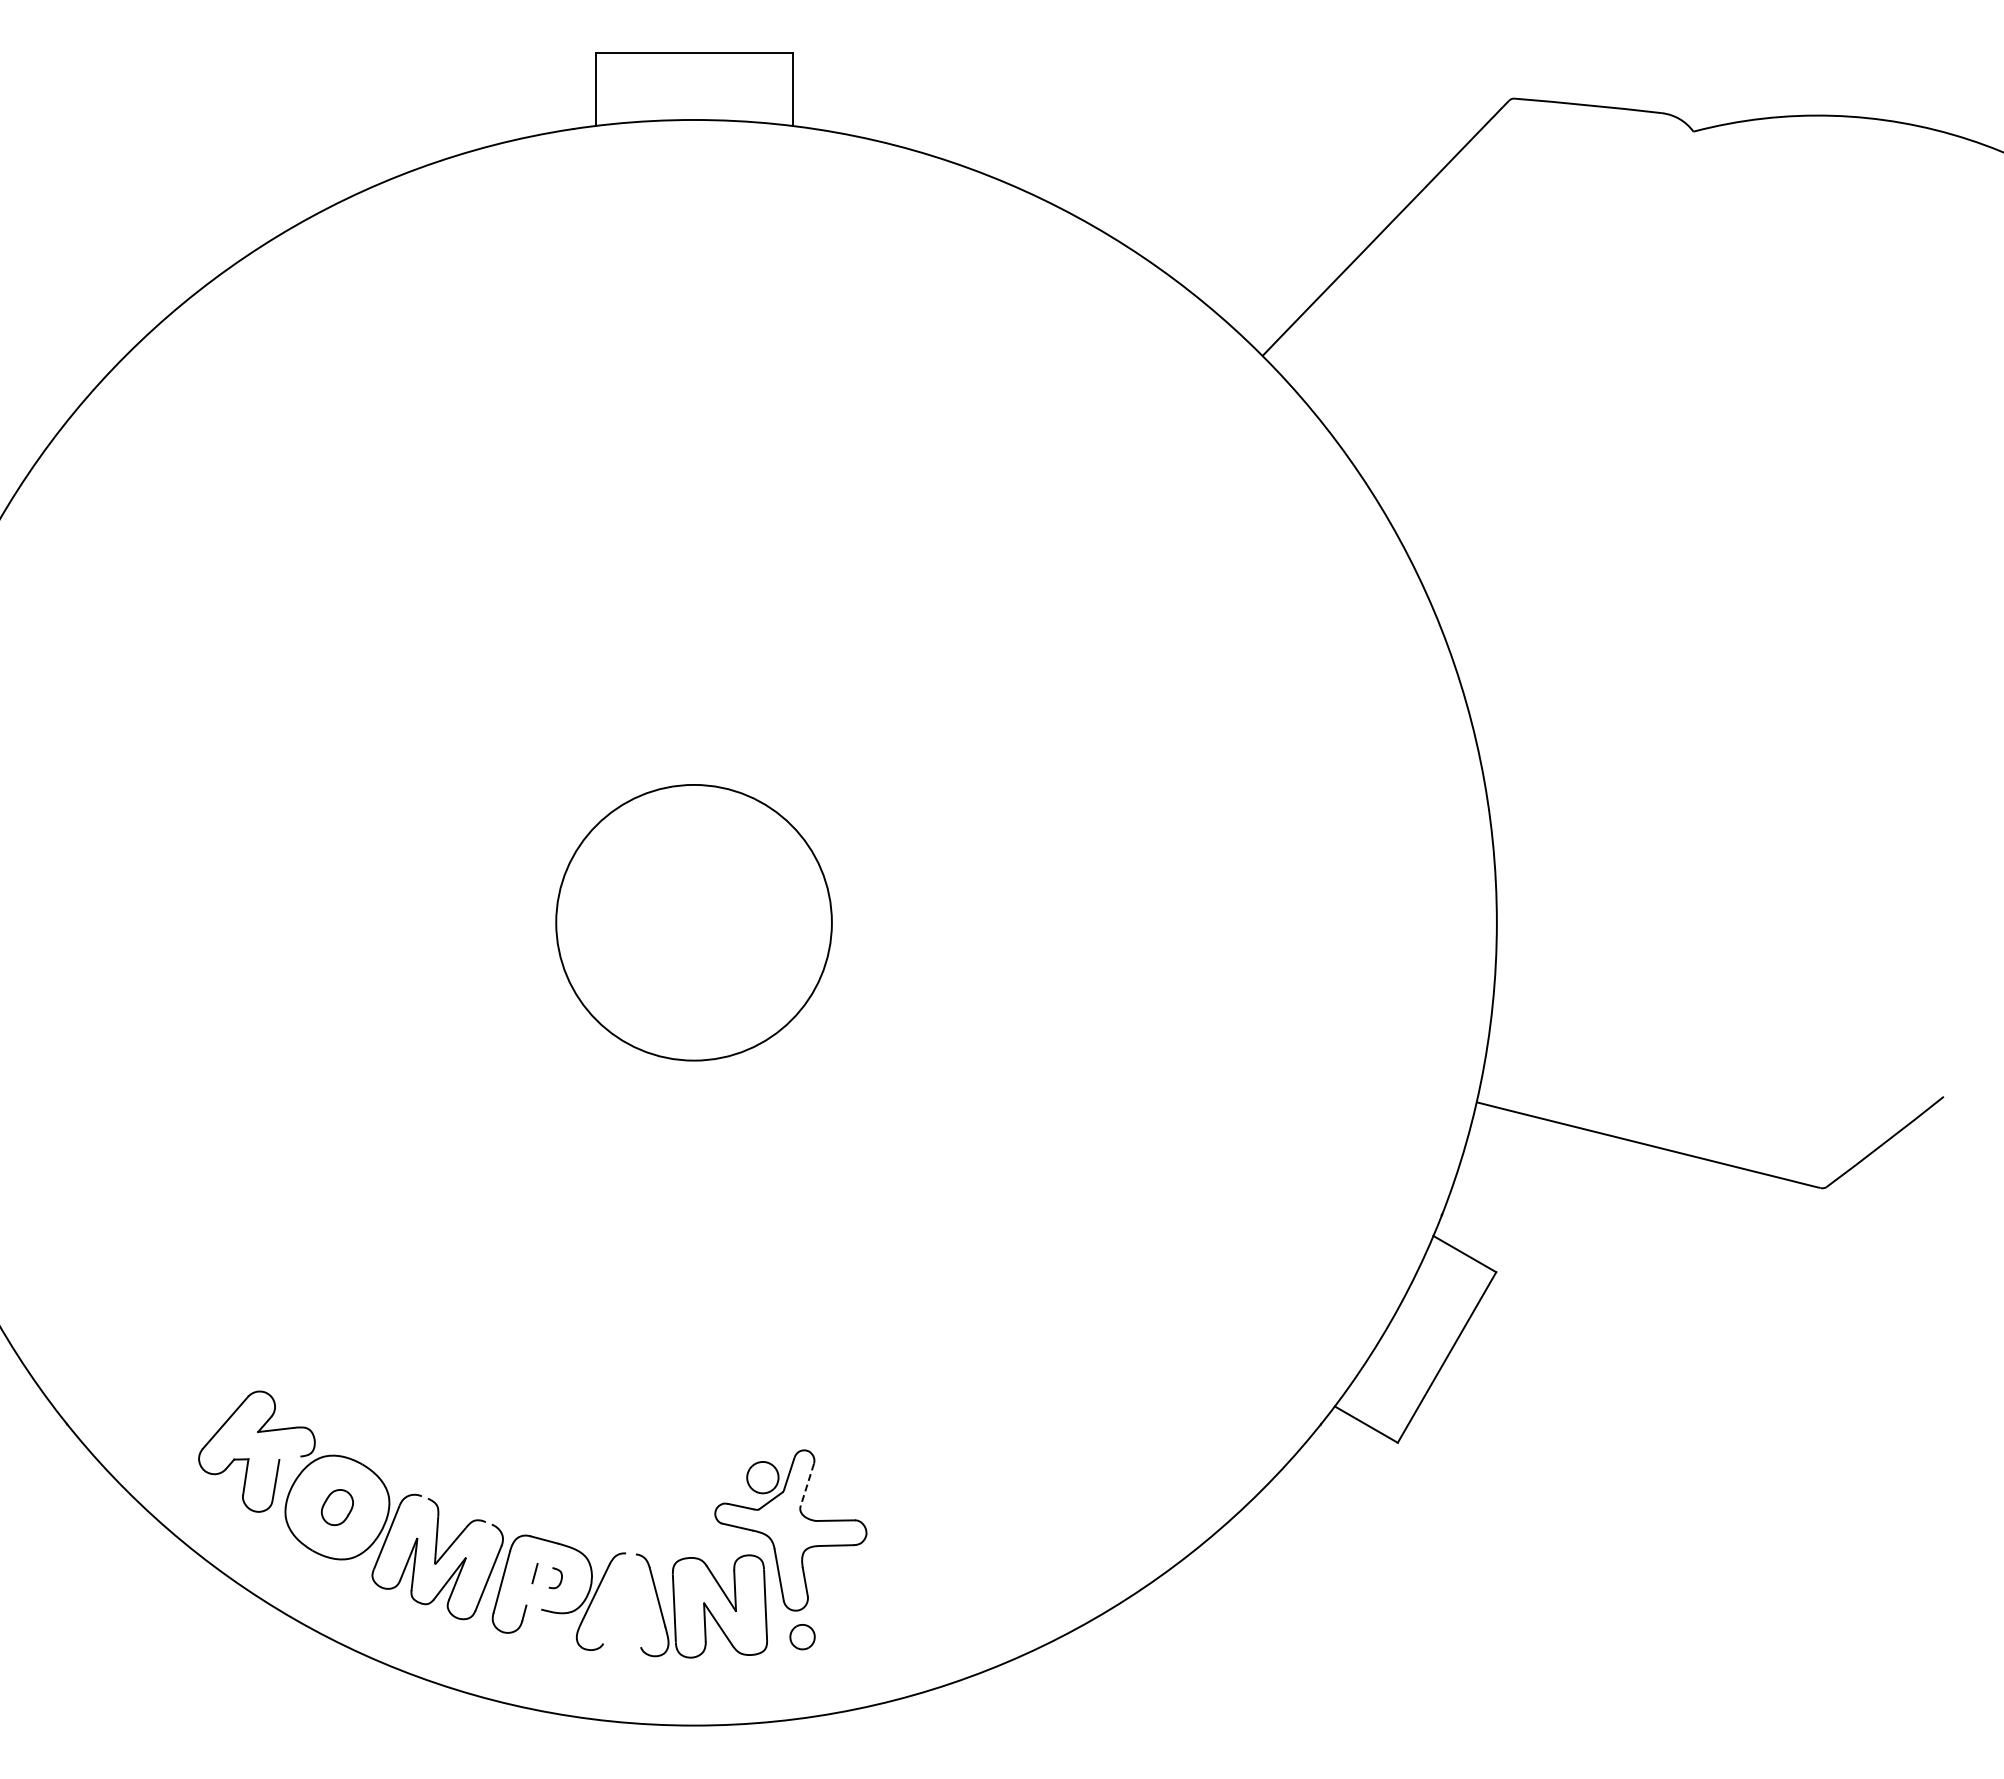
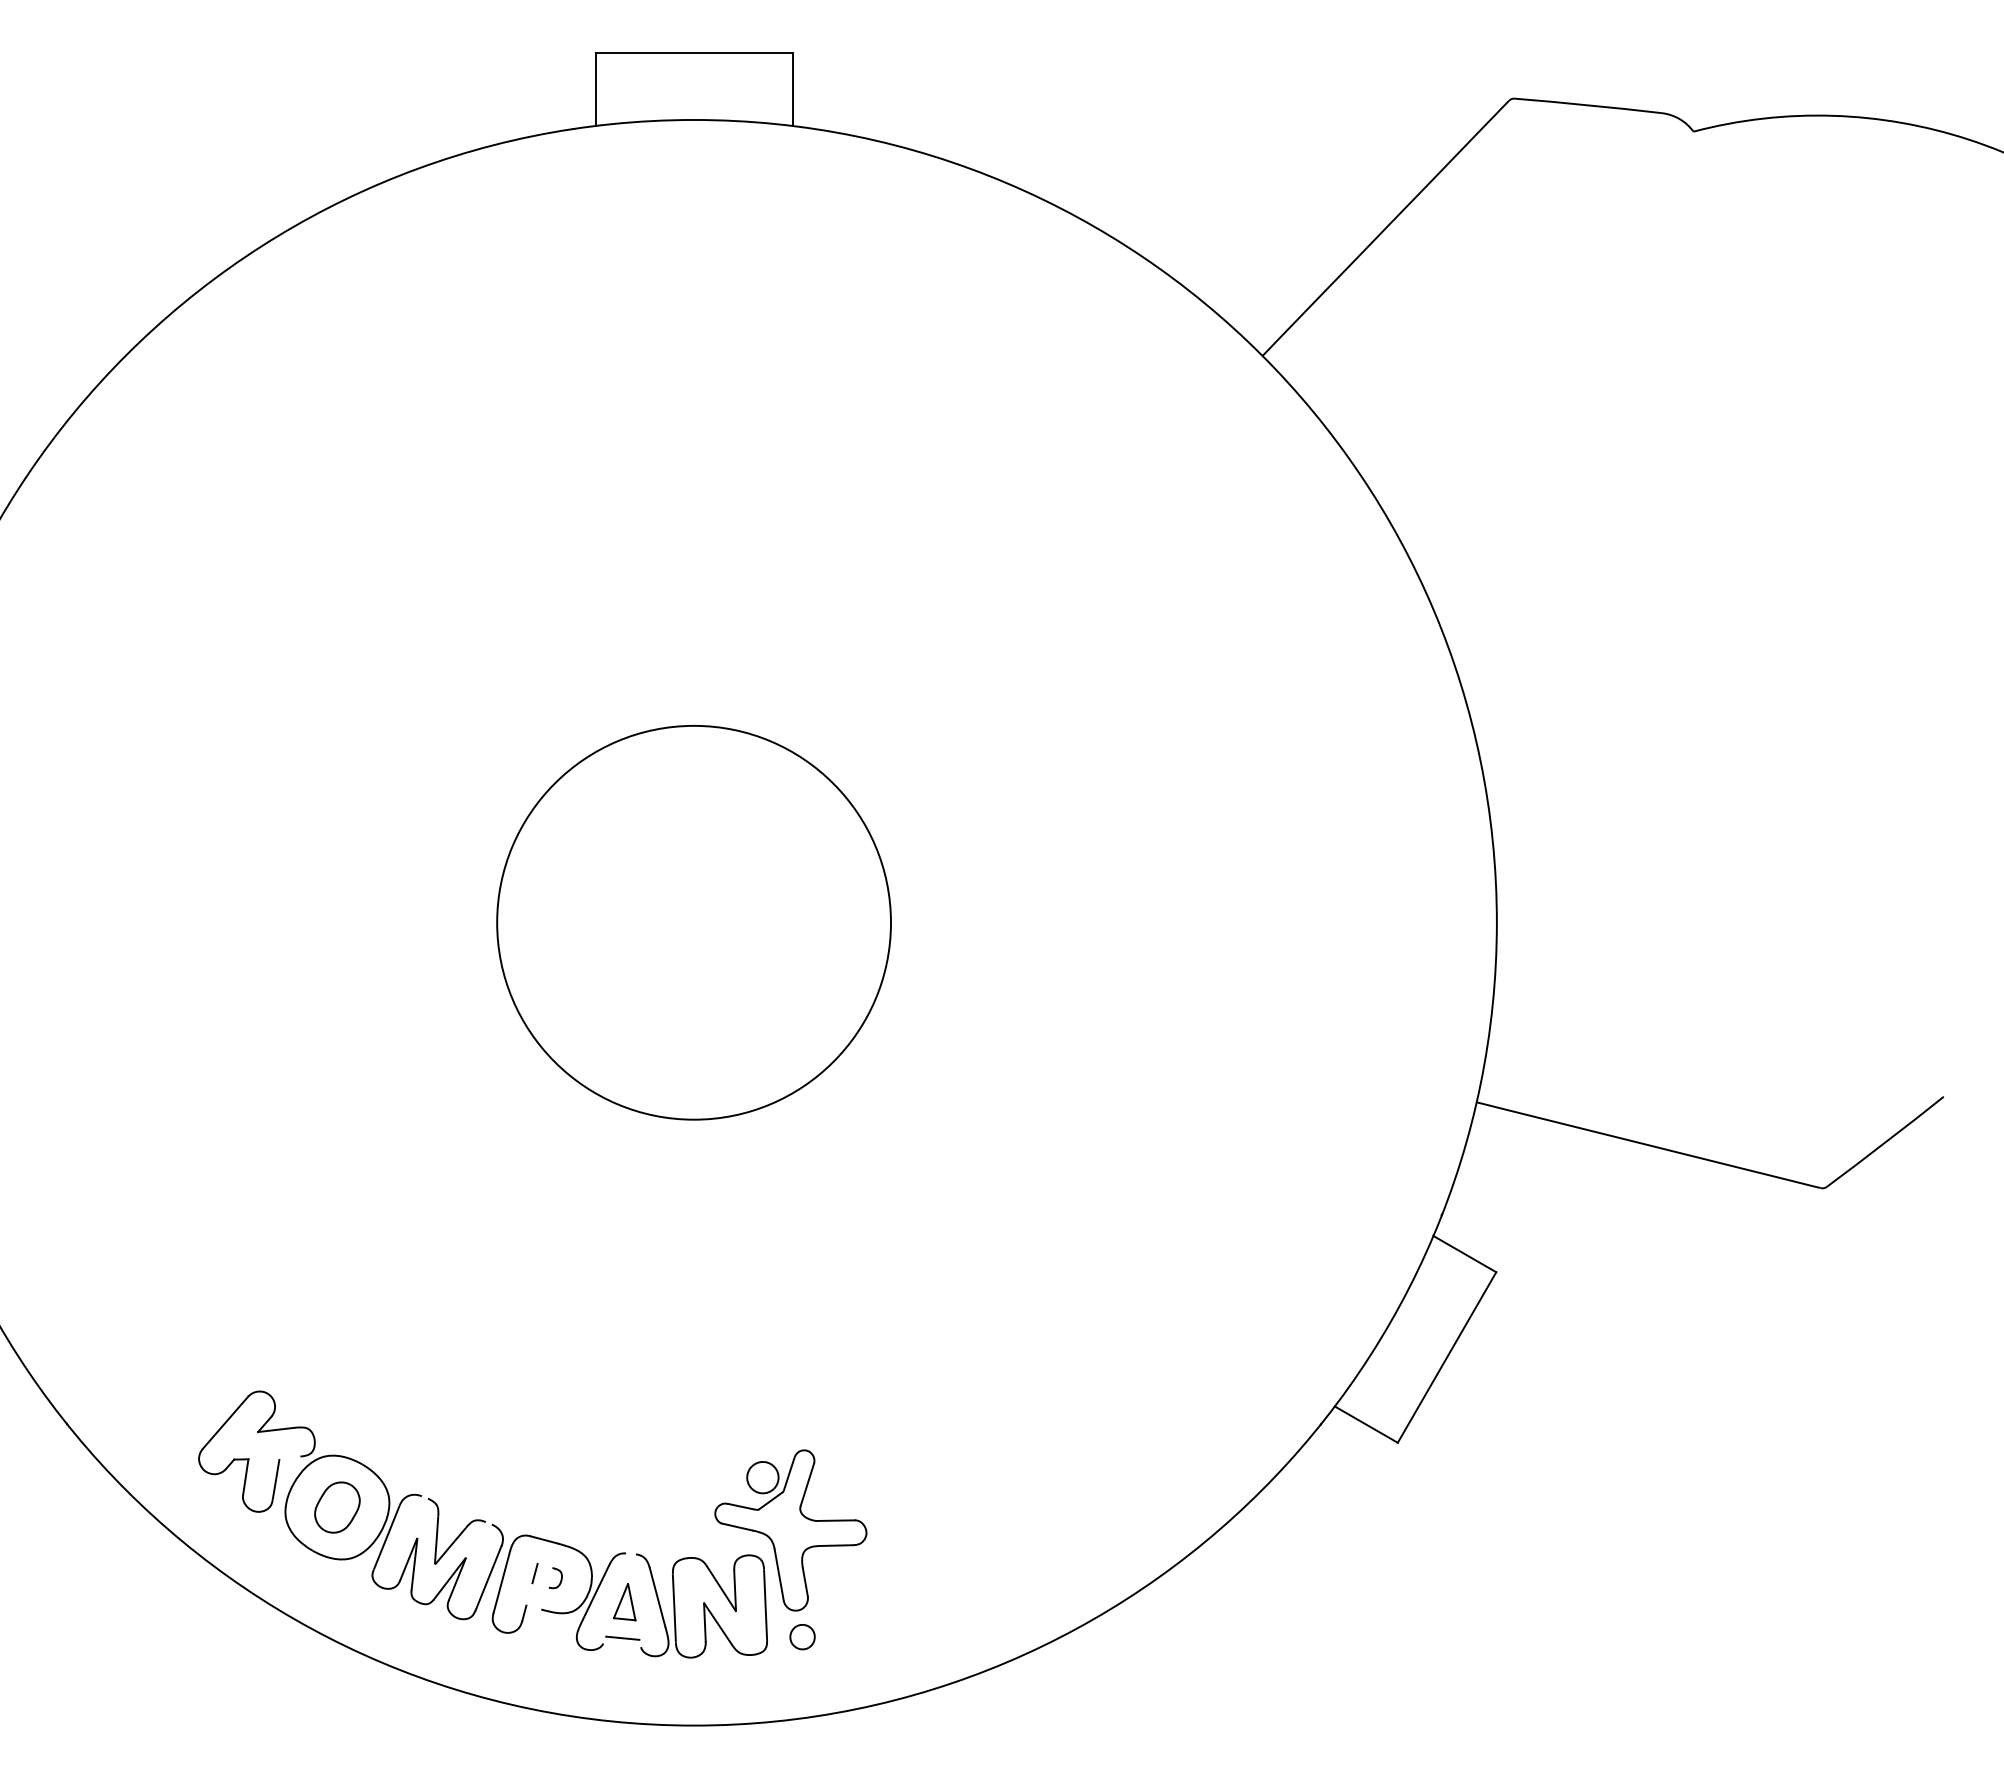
circle at (693, 922) diameter: 276 px -> 394 px
line at (807, 1484): dashed -> solid
part at (336, 1507) size: 34x38 px -> 47x53 px
part at (624, 1602): none -> present
line at (622, 1637): none -> present
